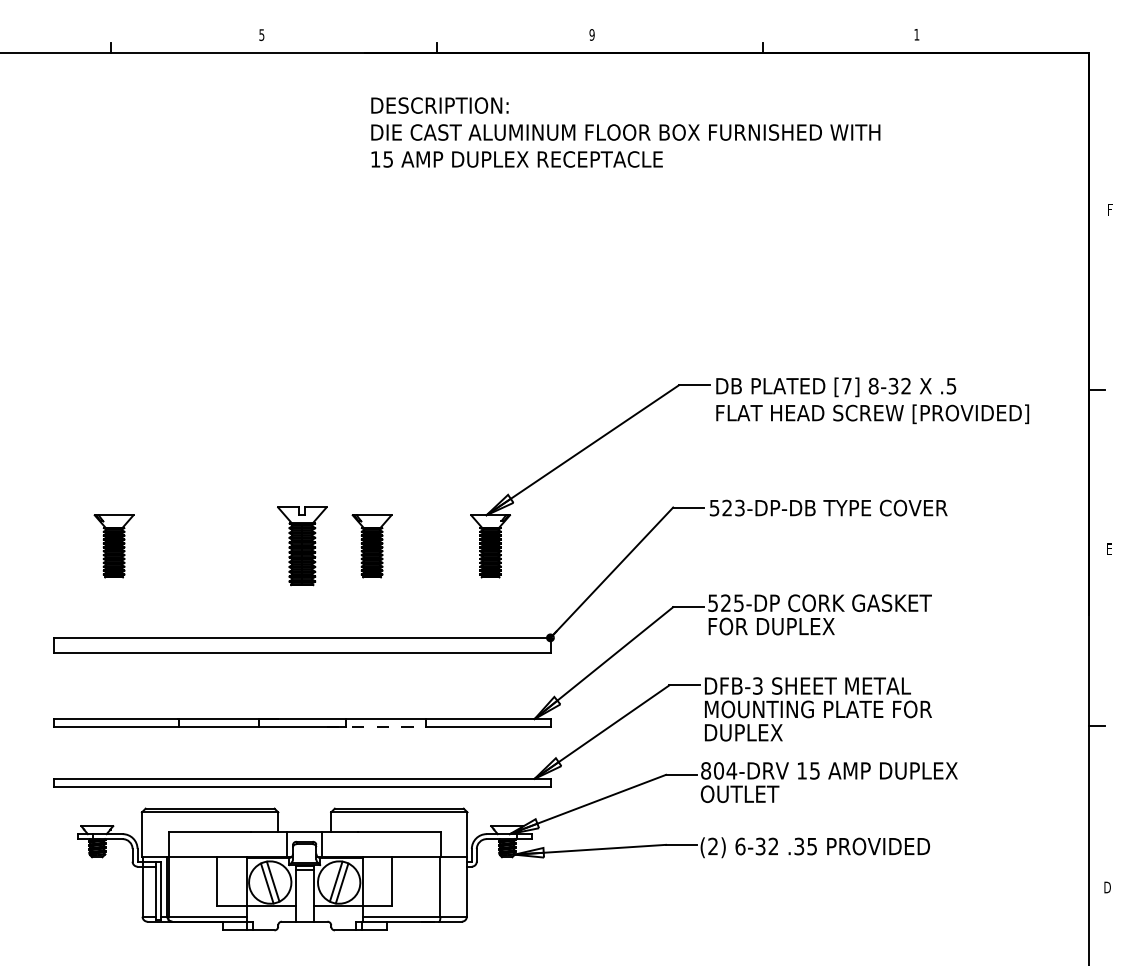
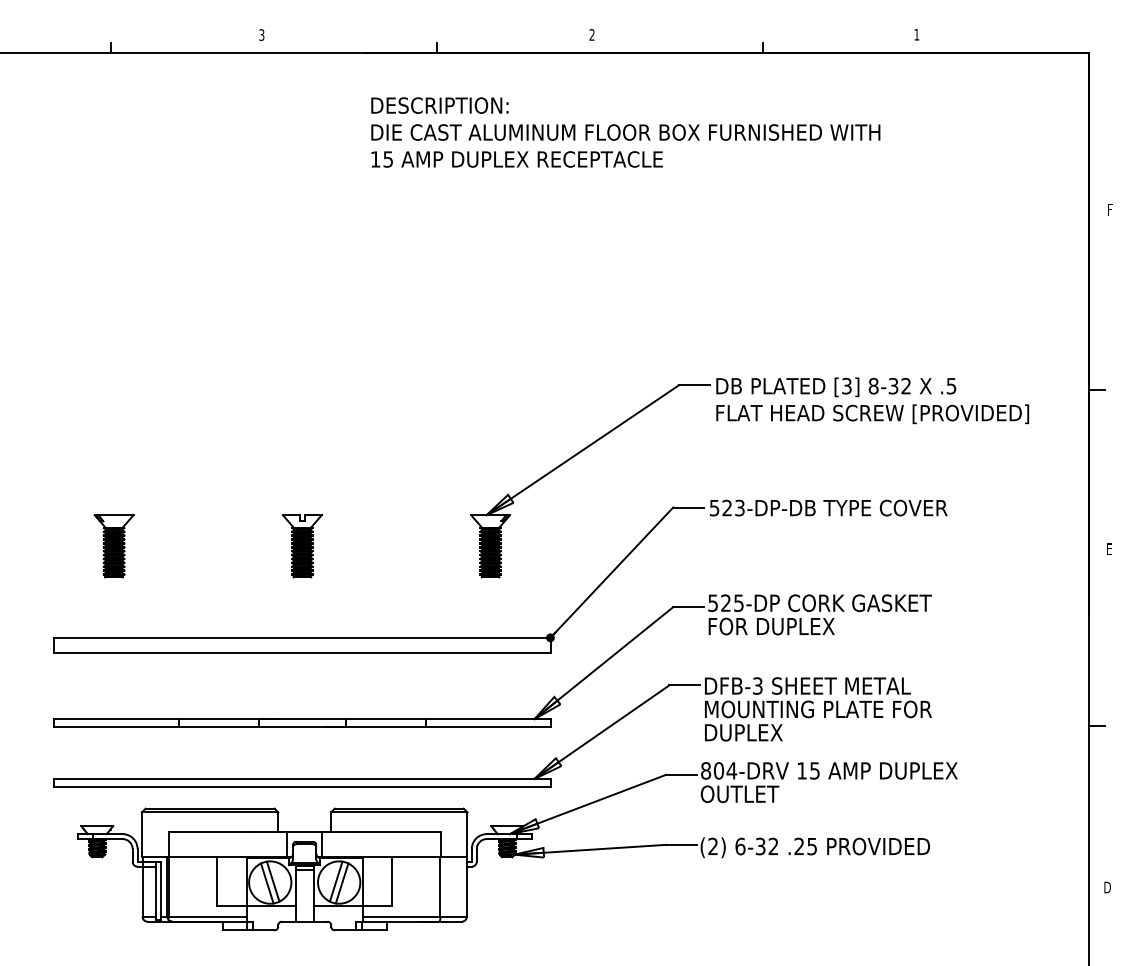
text at (261, 34): 5 -> 3
text at (591, 34): 9 -> 2
text at (846, 385): [7] -> [3]
part at (302, 546) size: 51x81 px -> 41x65 px
part at (371, 546): present -> none
line at (376, 726): dashed -> solid
text at (799, 846): .35 -> .25
